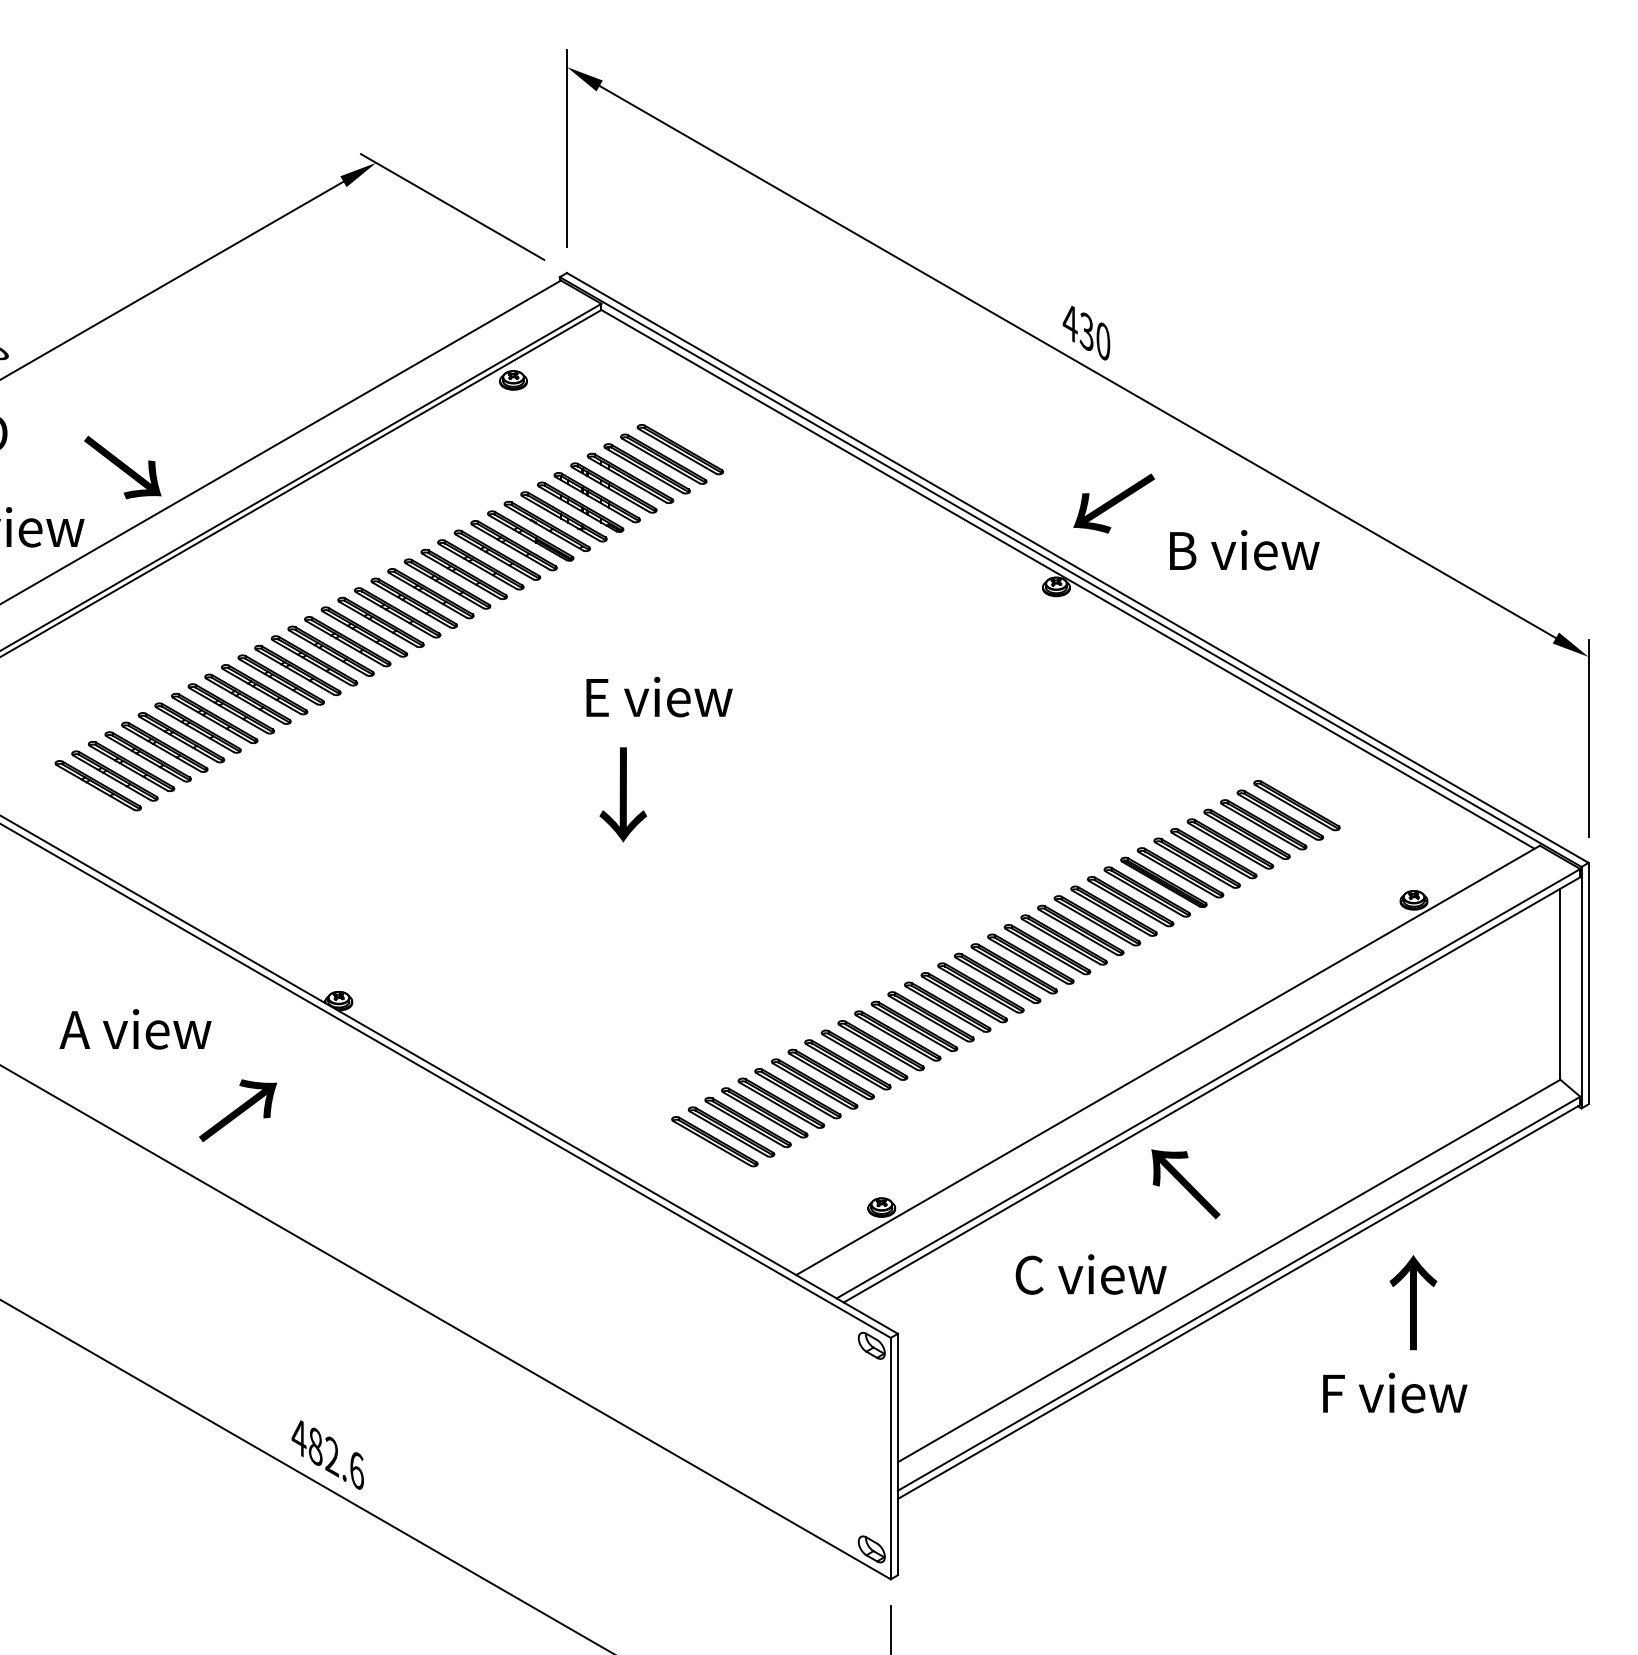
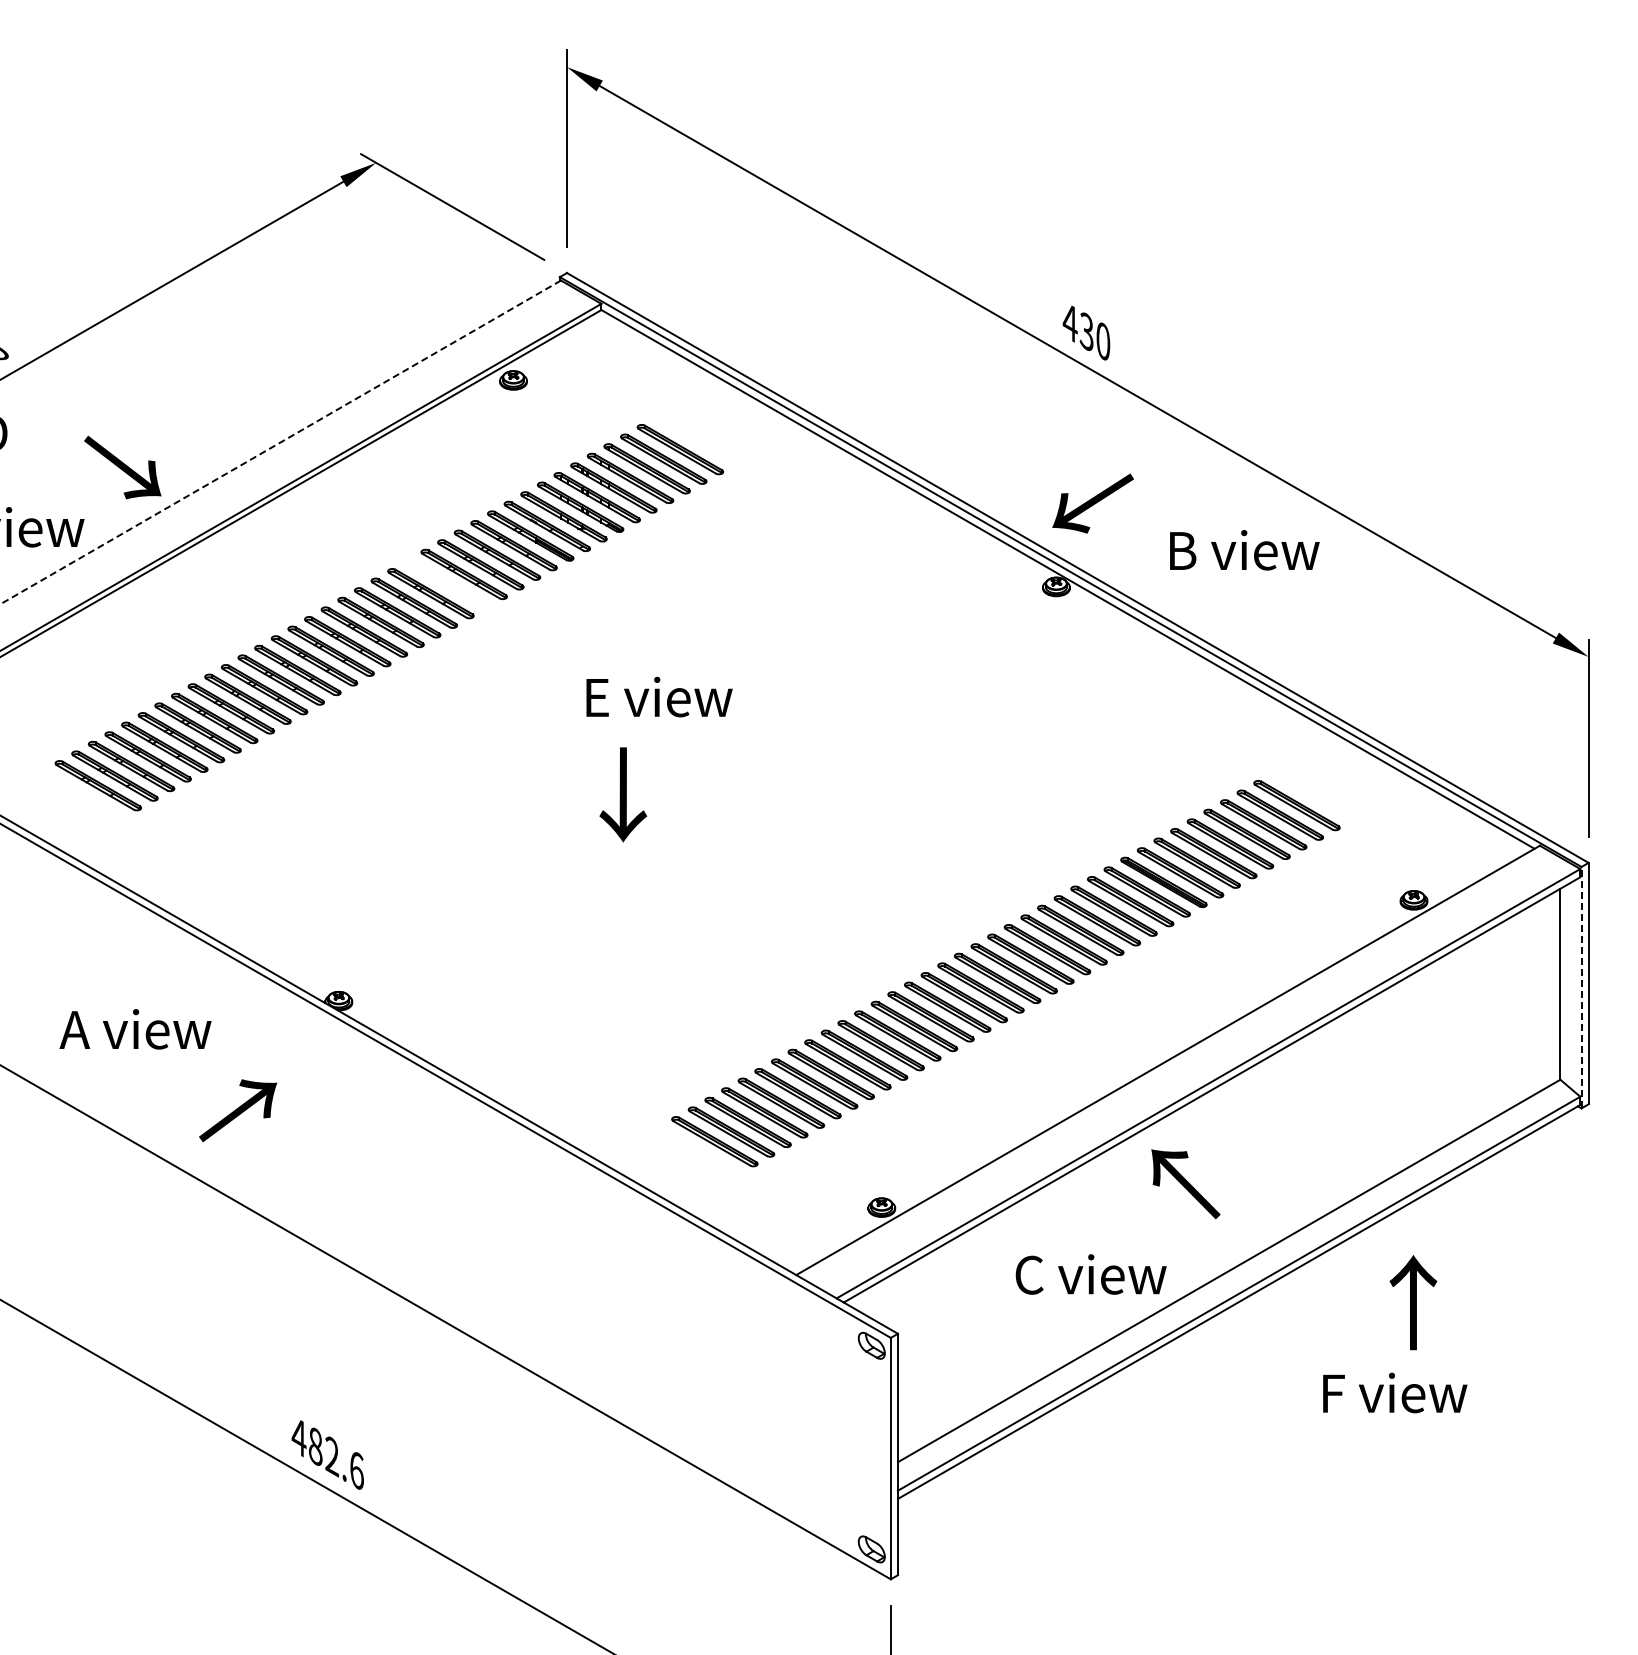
line at (280, 442): solid -> dashed
text at (1113, 503) position: (1113, 503) -> (1092, 503)
part at (447, 583): present -> none
line at (1581, 987): solid -> dashed
